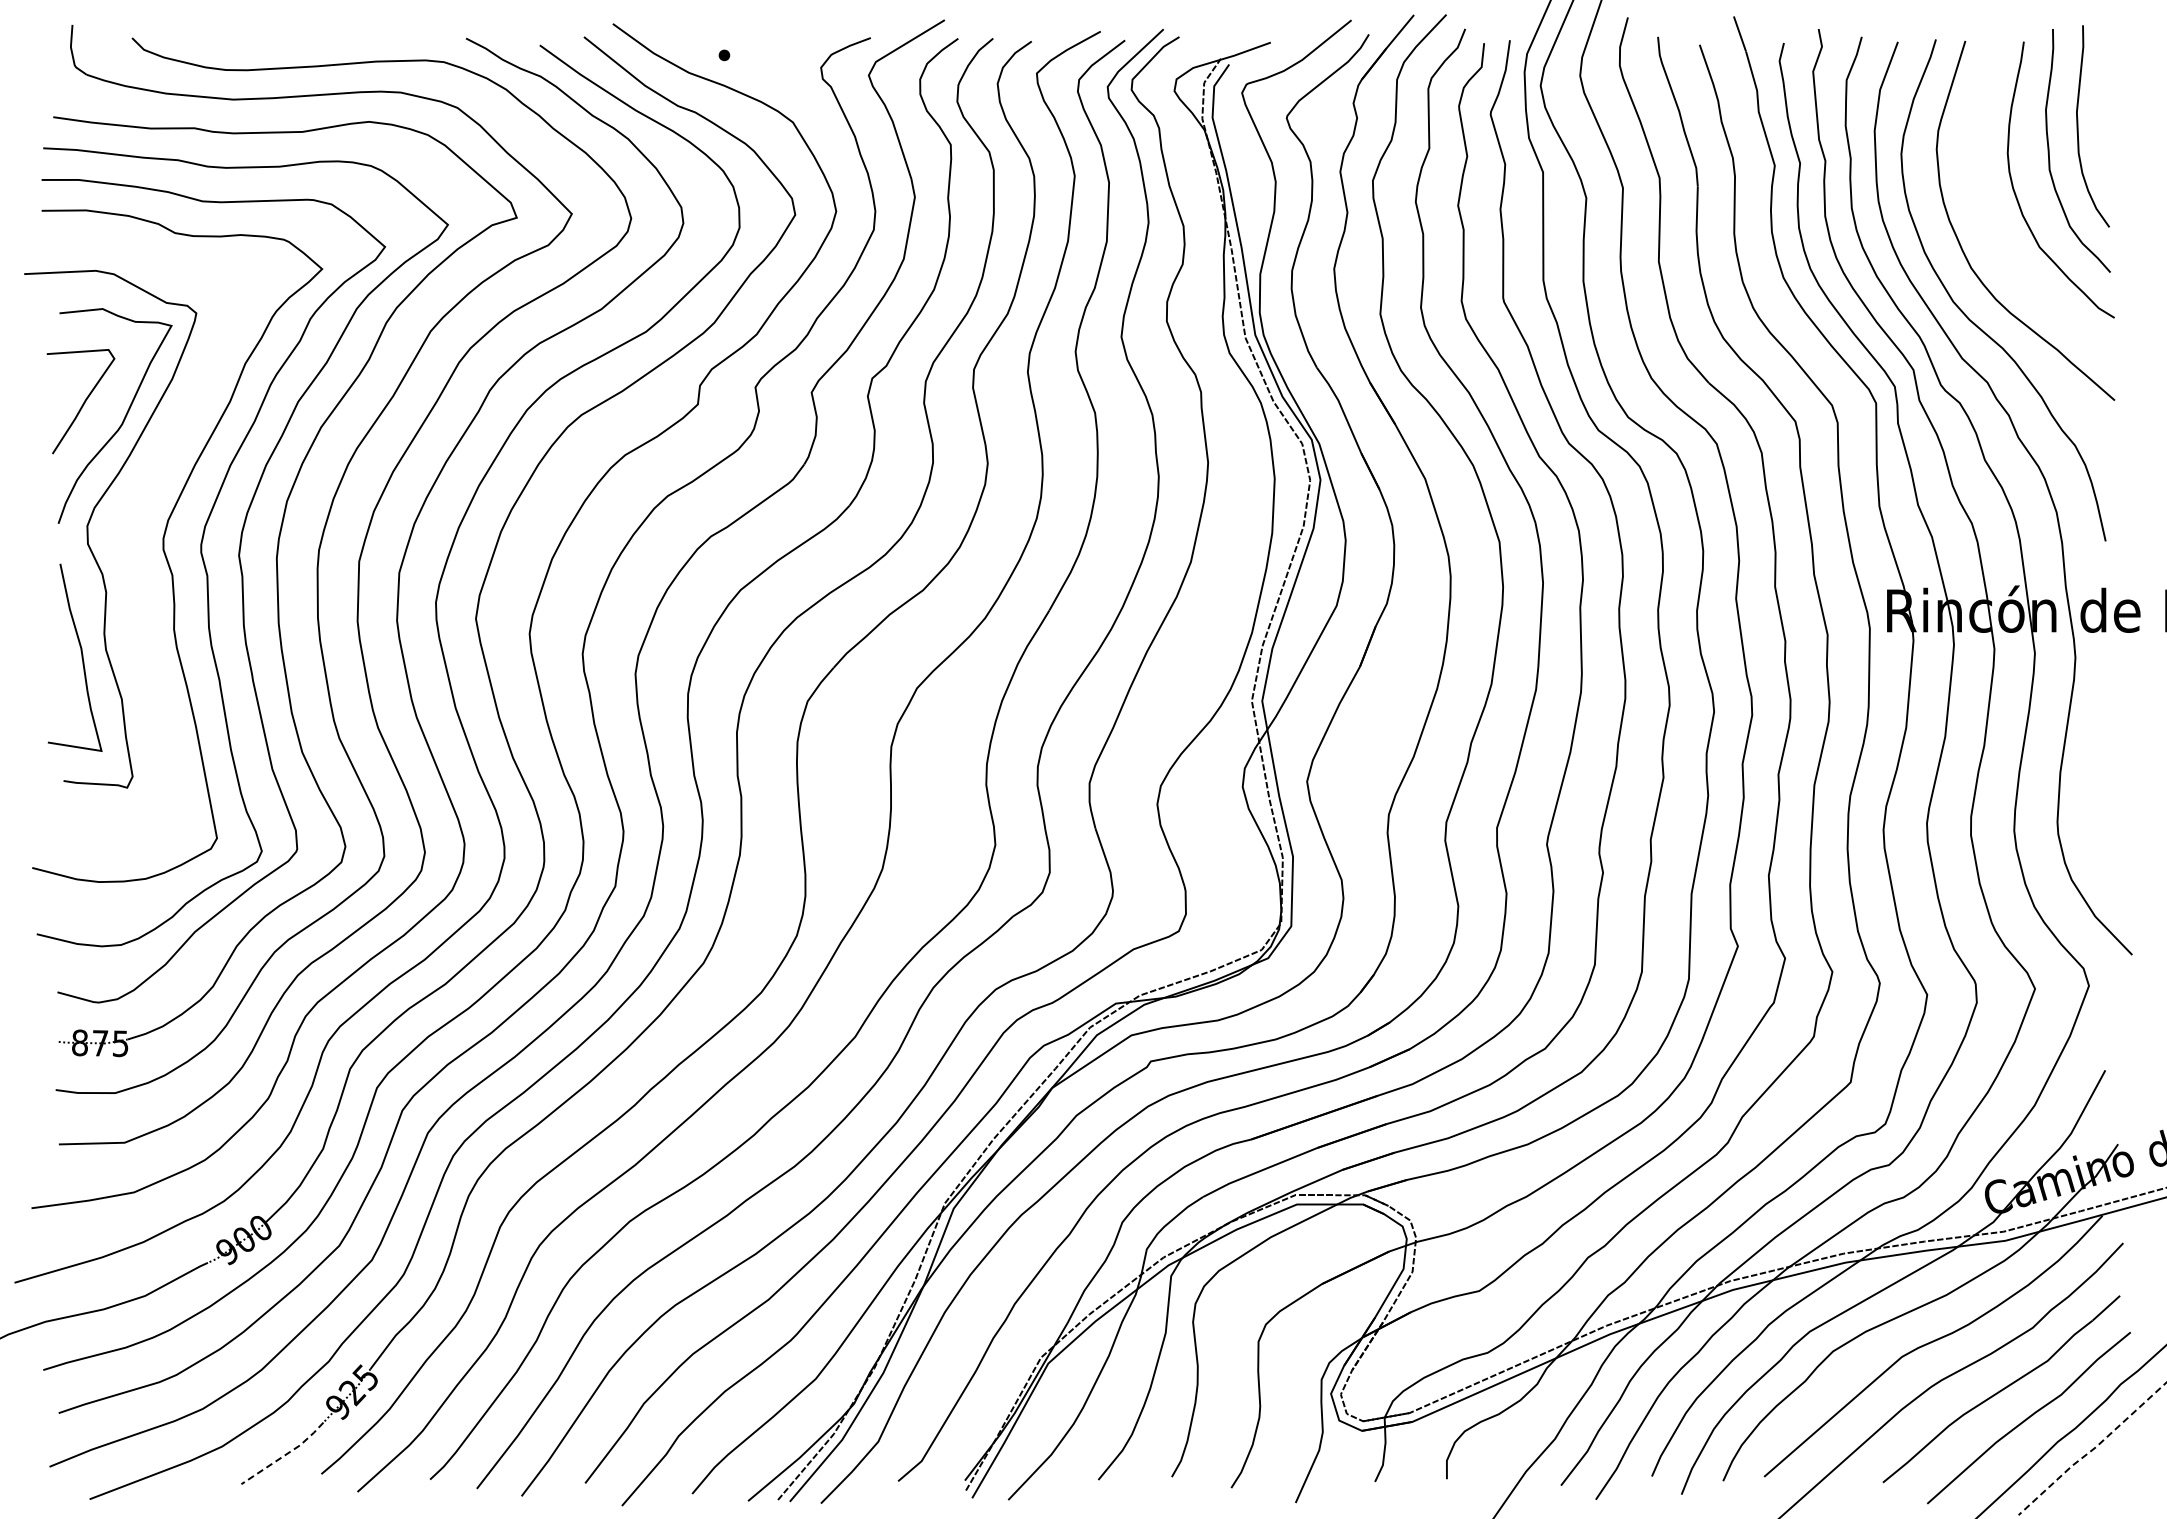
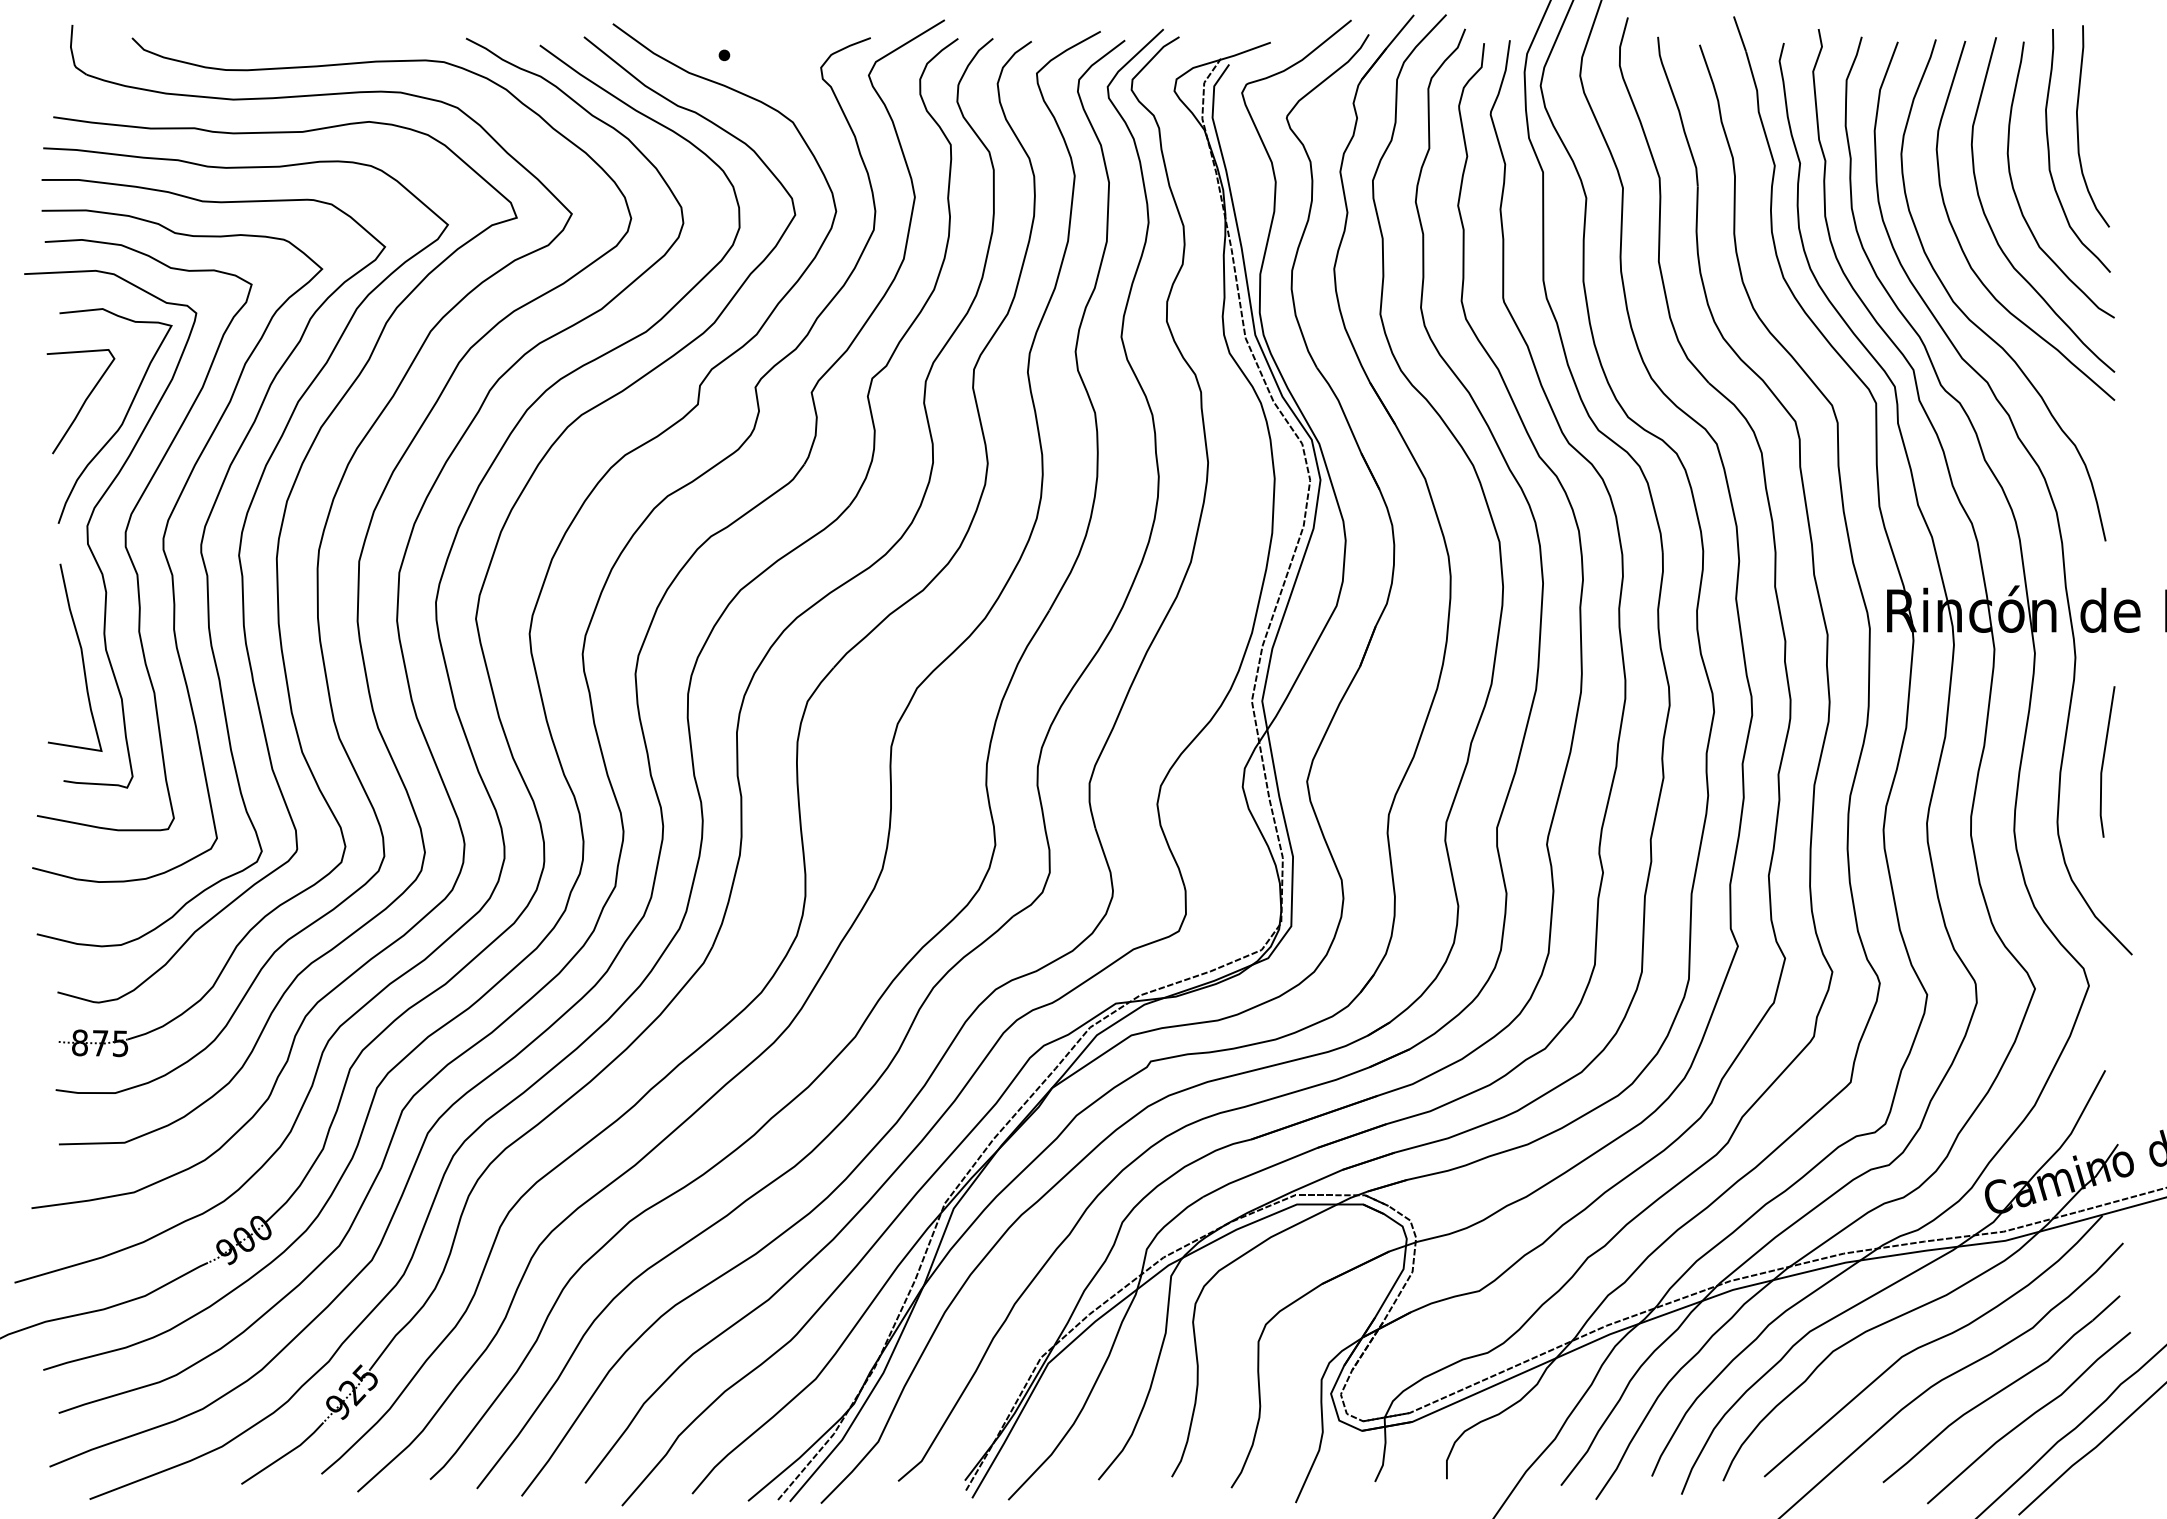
curve at (1991, 226): none -> present
curve at (127, 530): none -> present
line at (2104, 760): none -> present
line at (2092, 1449): dashed -> solid
line at (285, 1455): dashed -> solid
